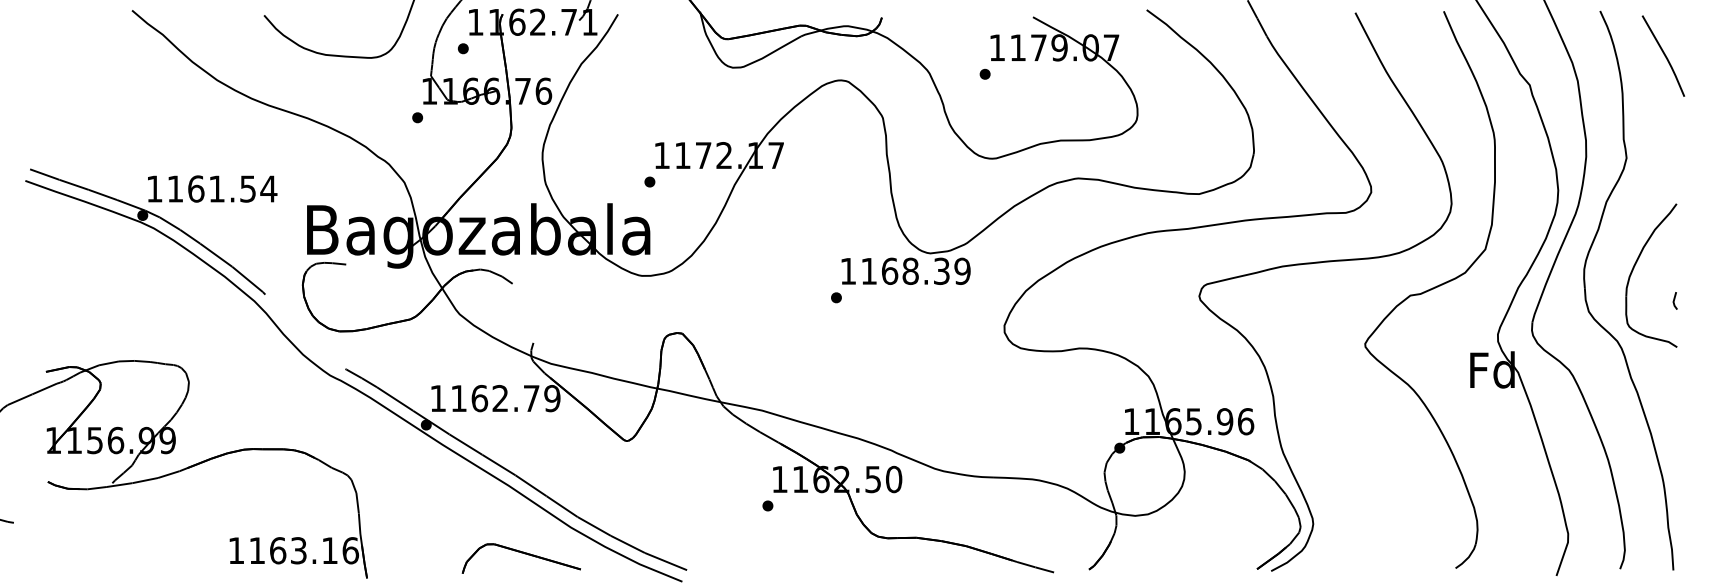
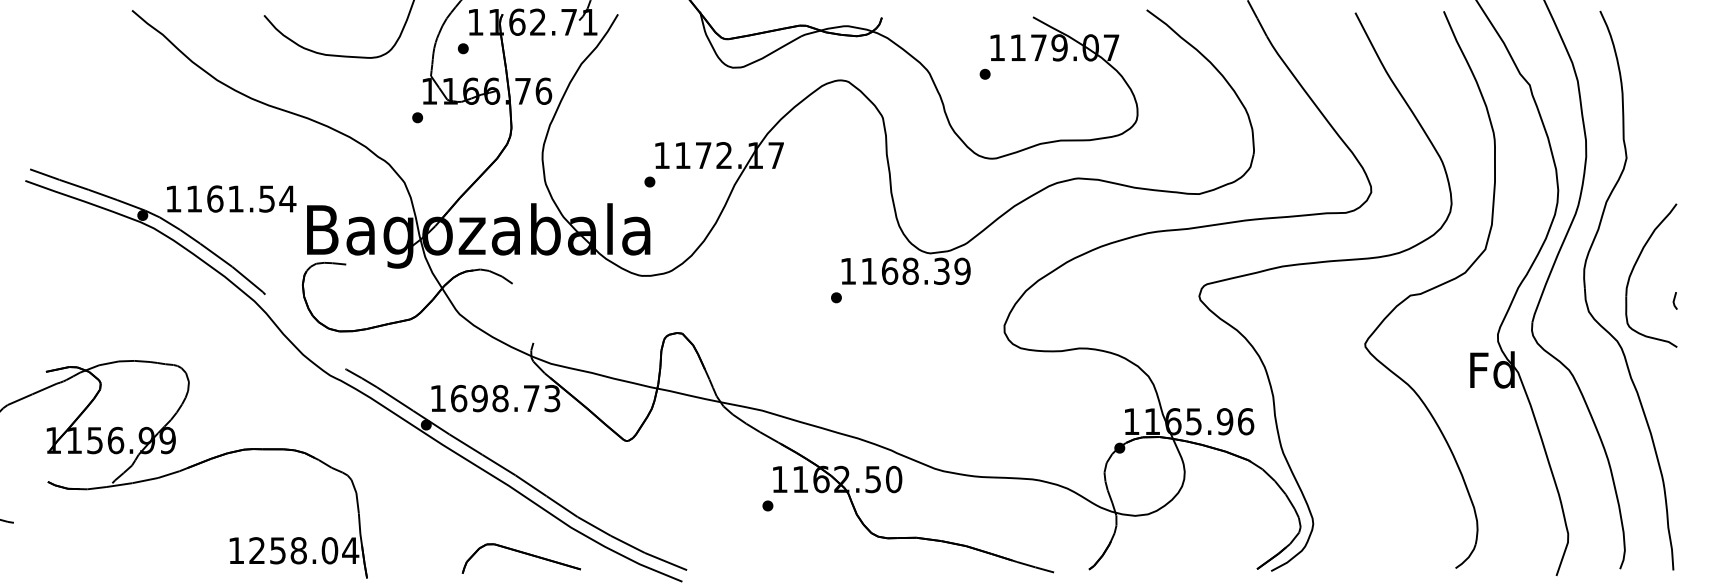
line at (1663, 54): present -> none
text at (212, 188) position: (212, 188) -> (231, 198)
text at (505, 398): 1162.79 -> 1698.73
text at (304, 550): 1163.16 -> 1258.04
